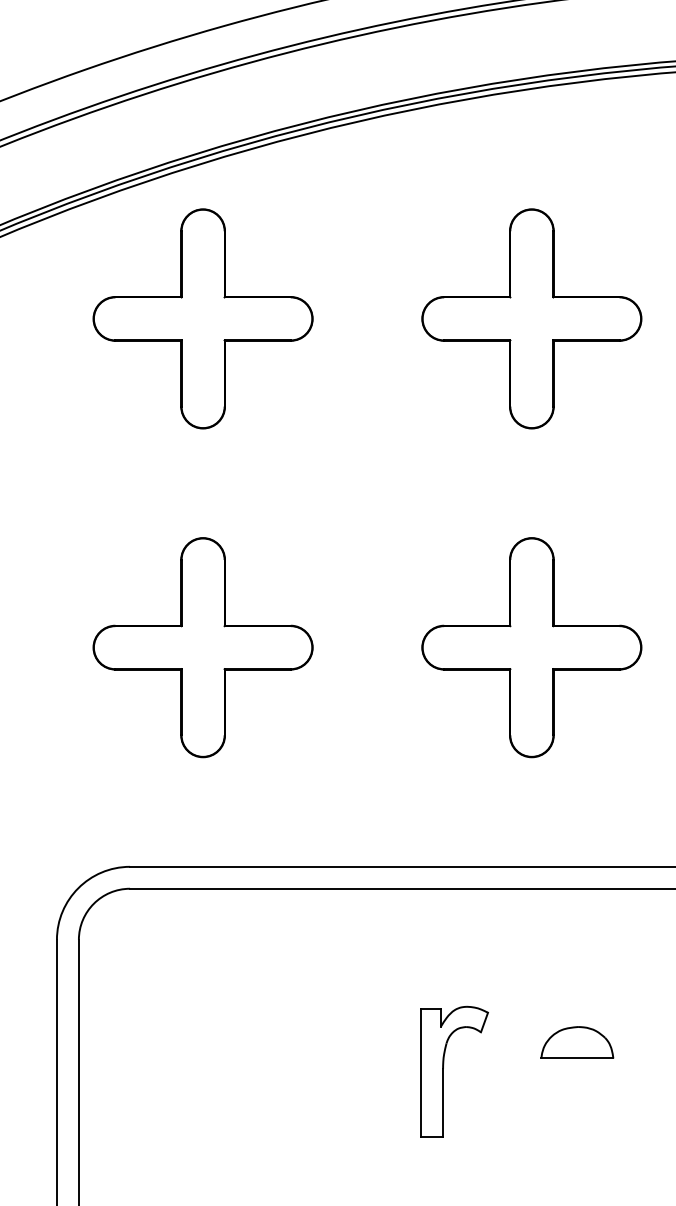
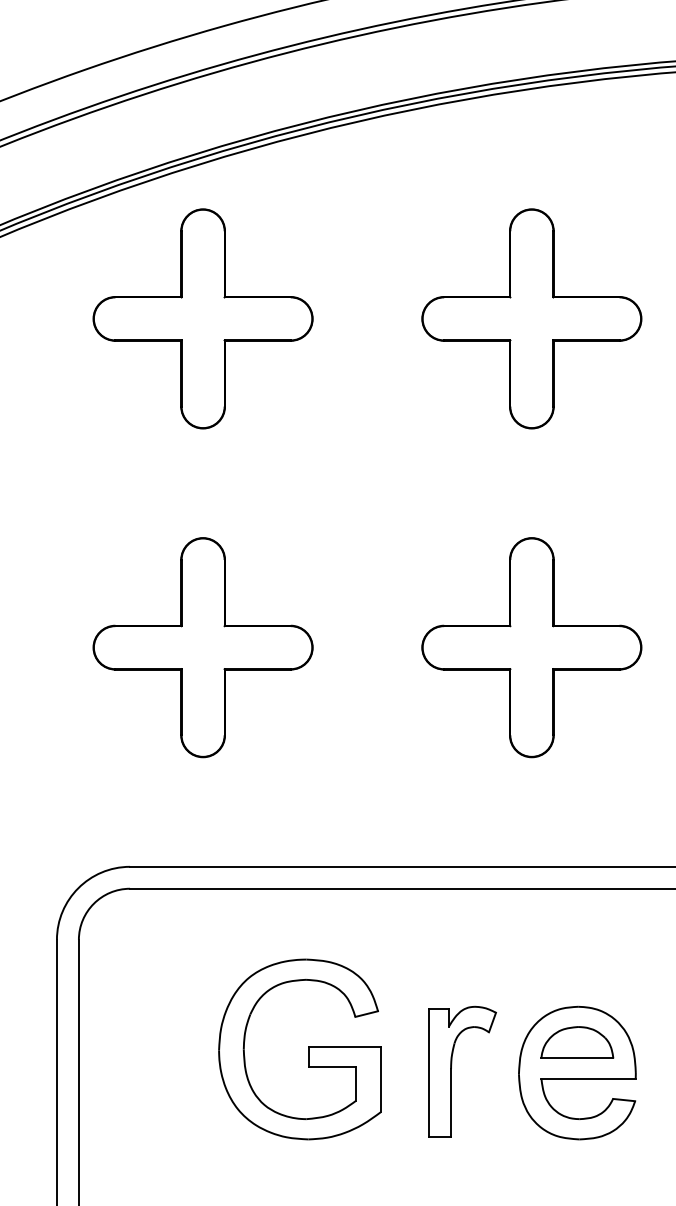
part at (308, 1049): none -> present
part at (443, 1071) position: (443, 1071) -> (451, 1071)
part at (577, 1072): none -> present
